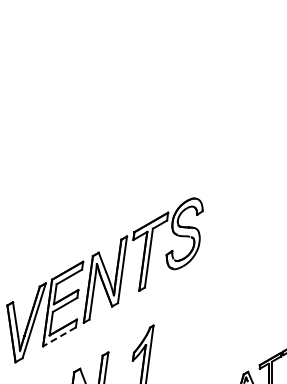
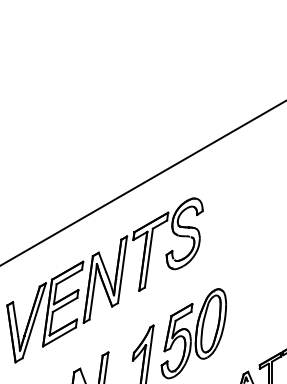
line at (142, 183): none -> present
part at (193, 333): none -> present
line at (59, 336): dashed -> solid
